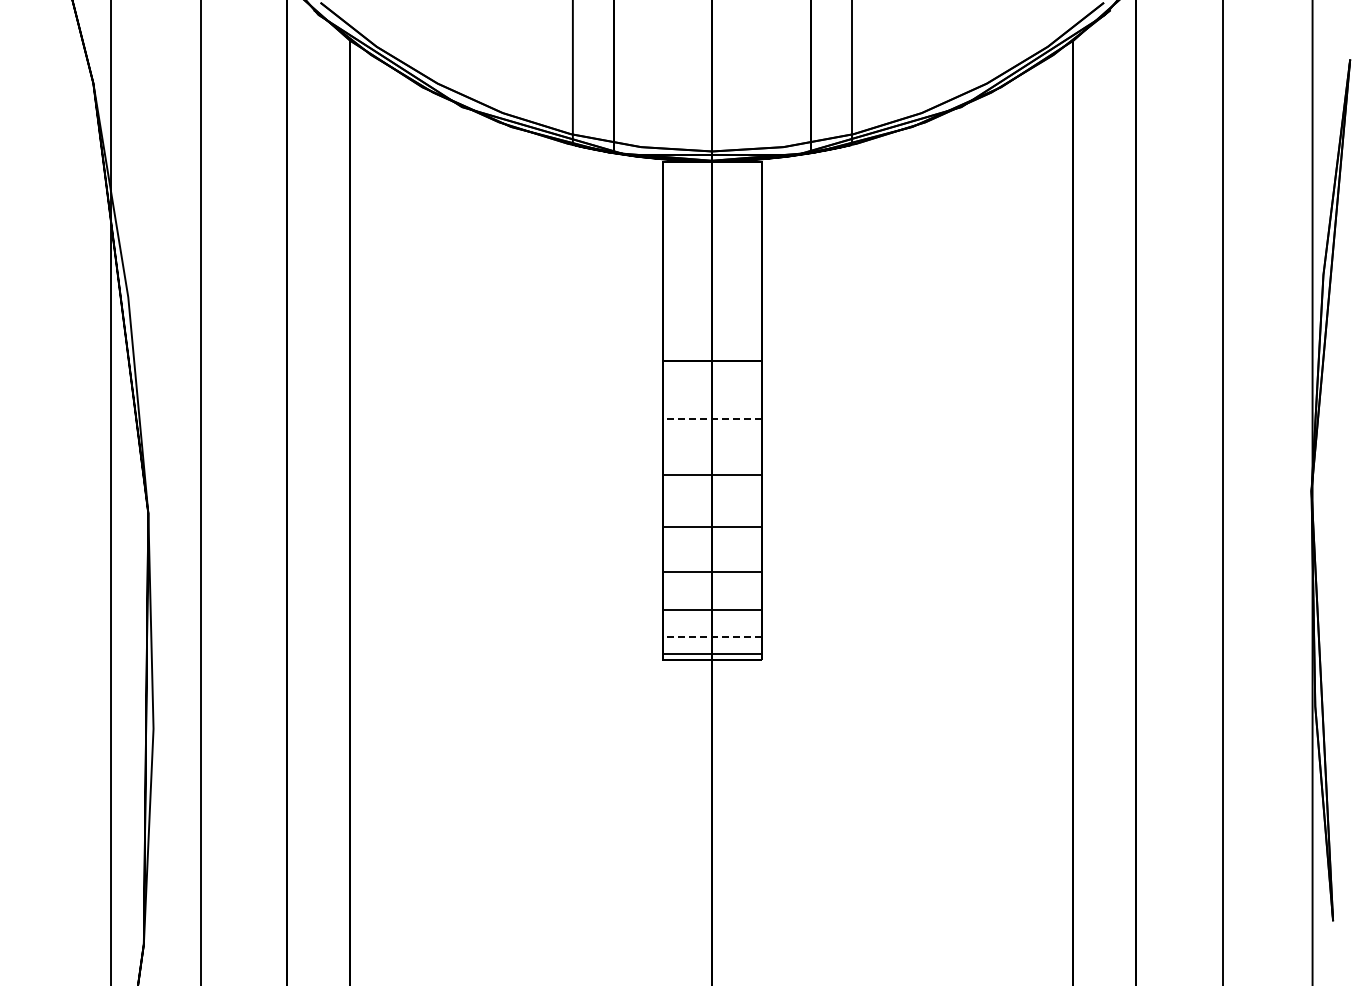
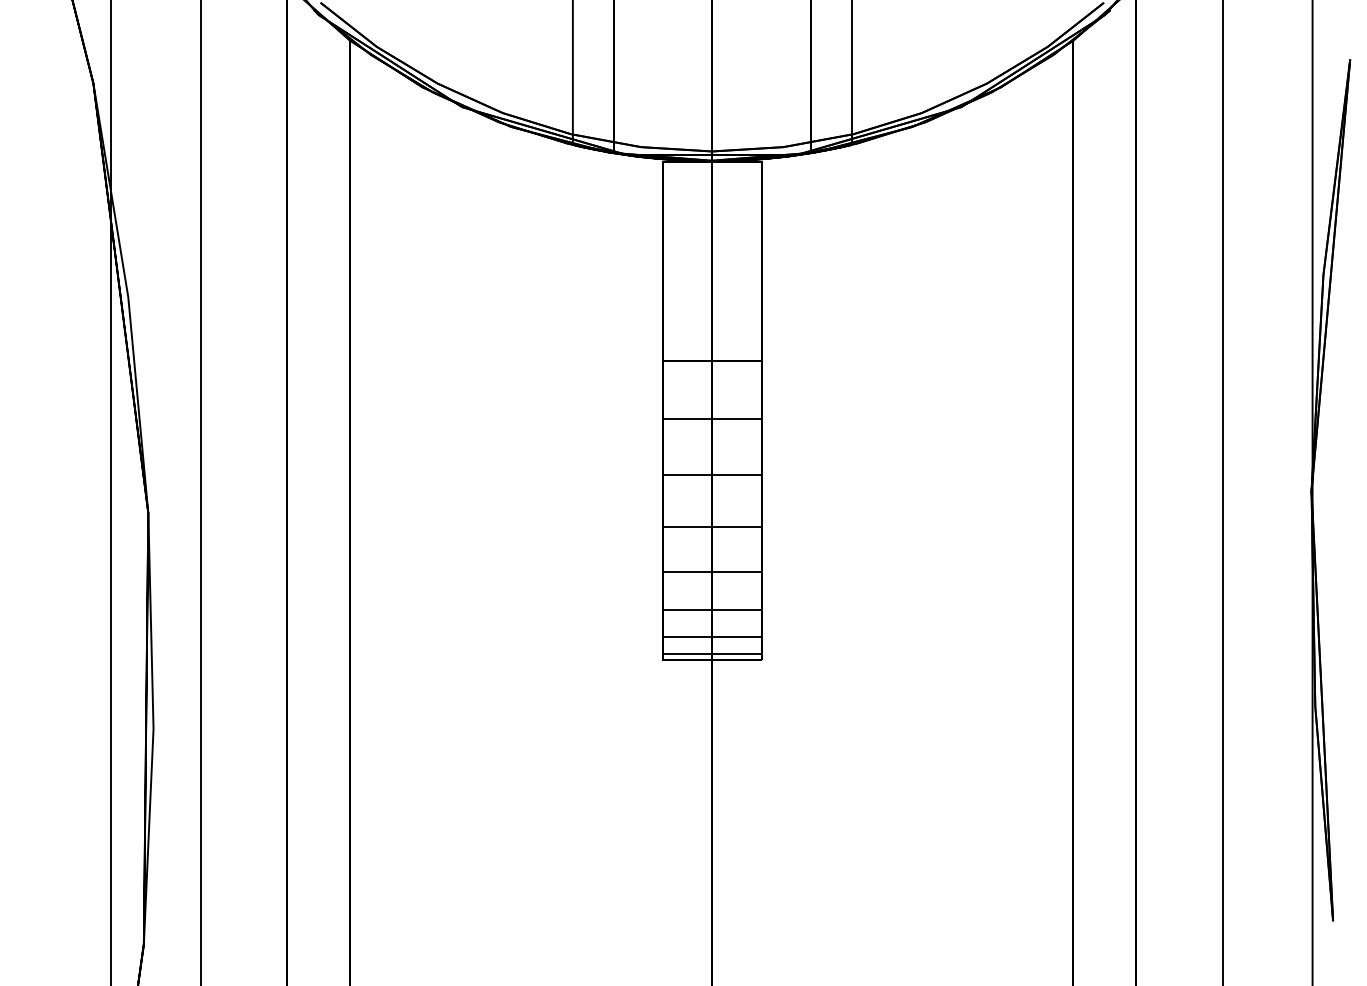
line at (712, 419): dashed -> solid
line at (712, 637): dashed -> solid
